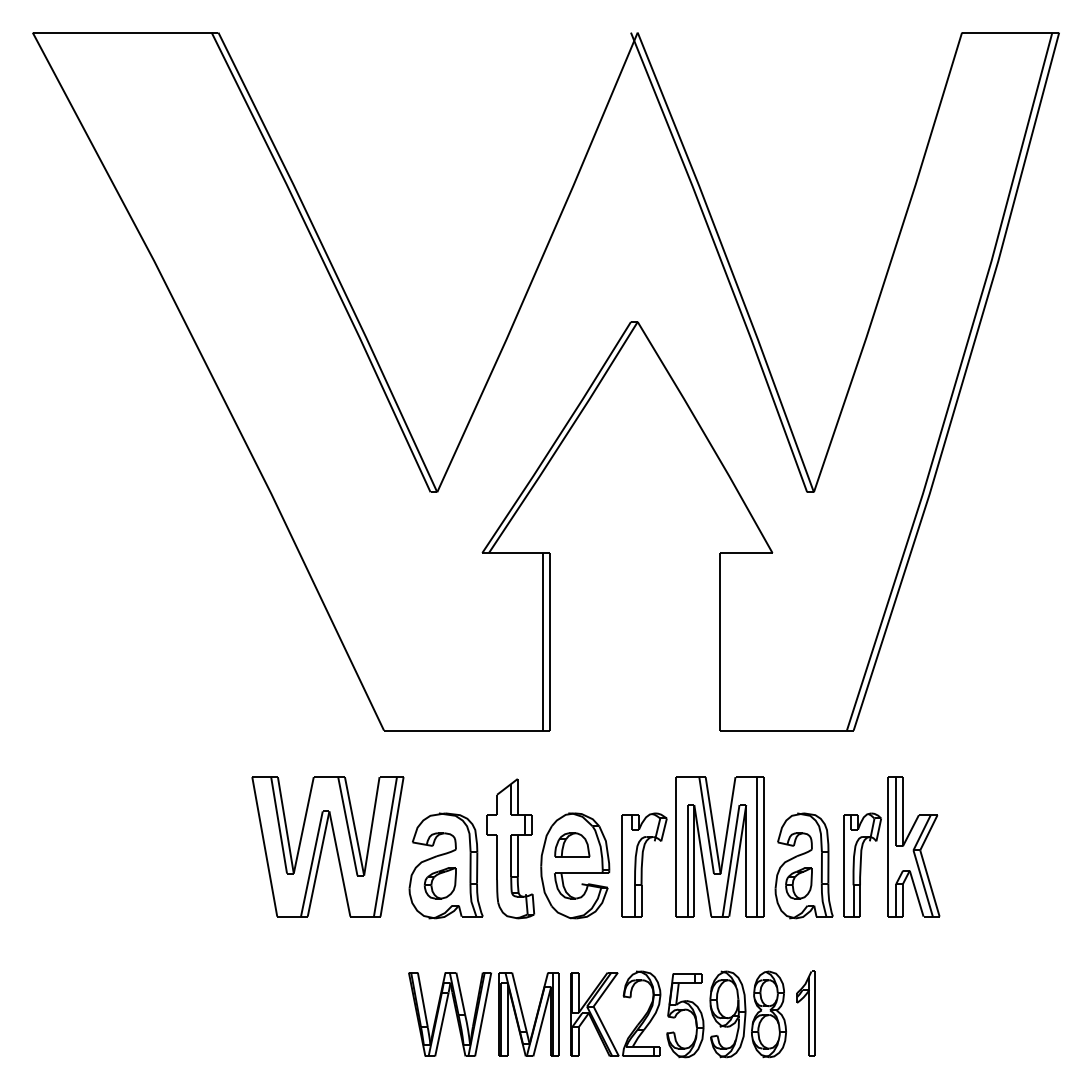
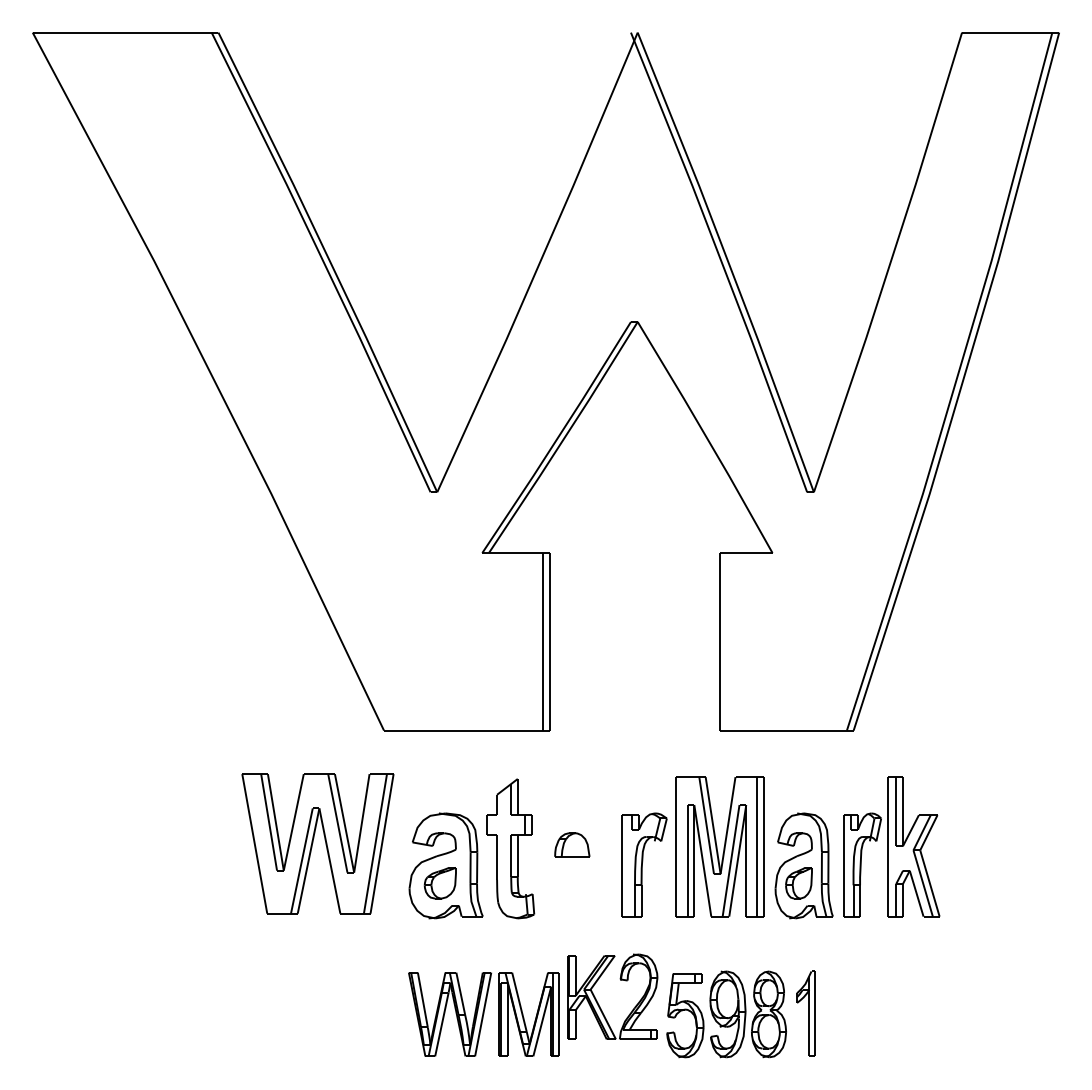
part at (327, 846) position: (327, 846) -> (317, 843)
part at (575, 865): present -> none
part at (601, 1019) position: (601, 1019) -> (598, 1002)
